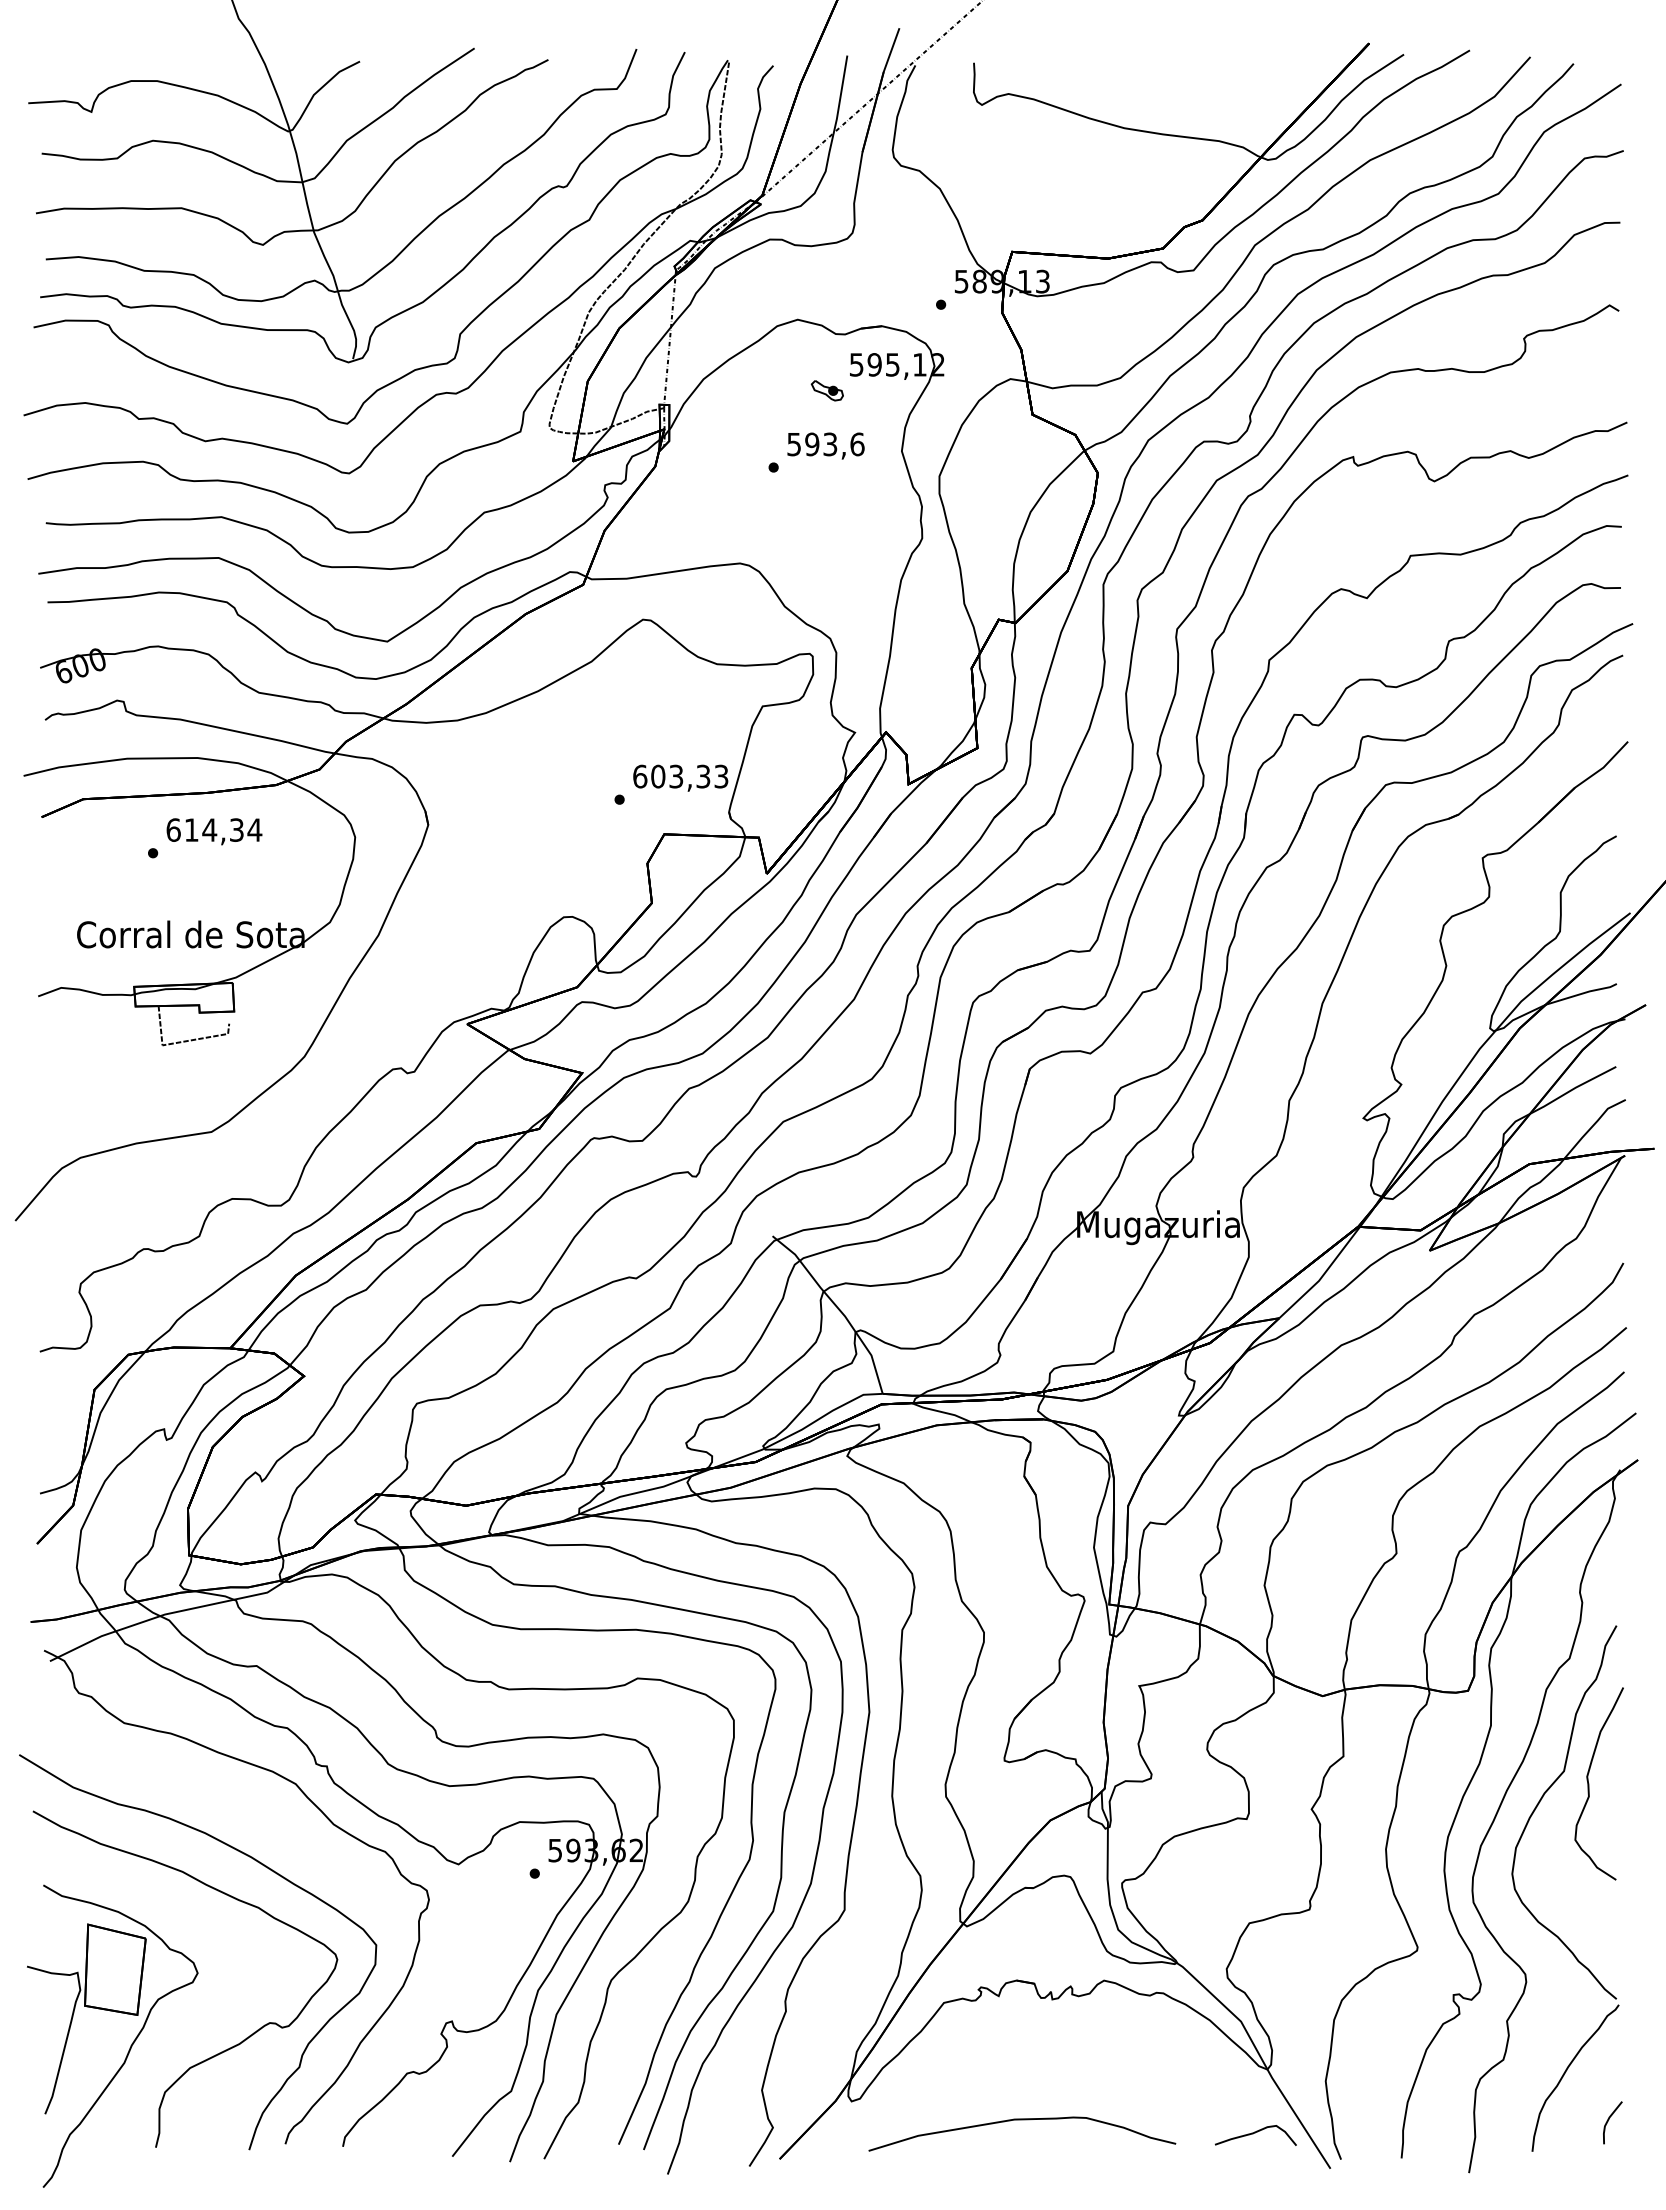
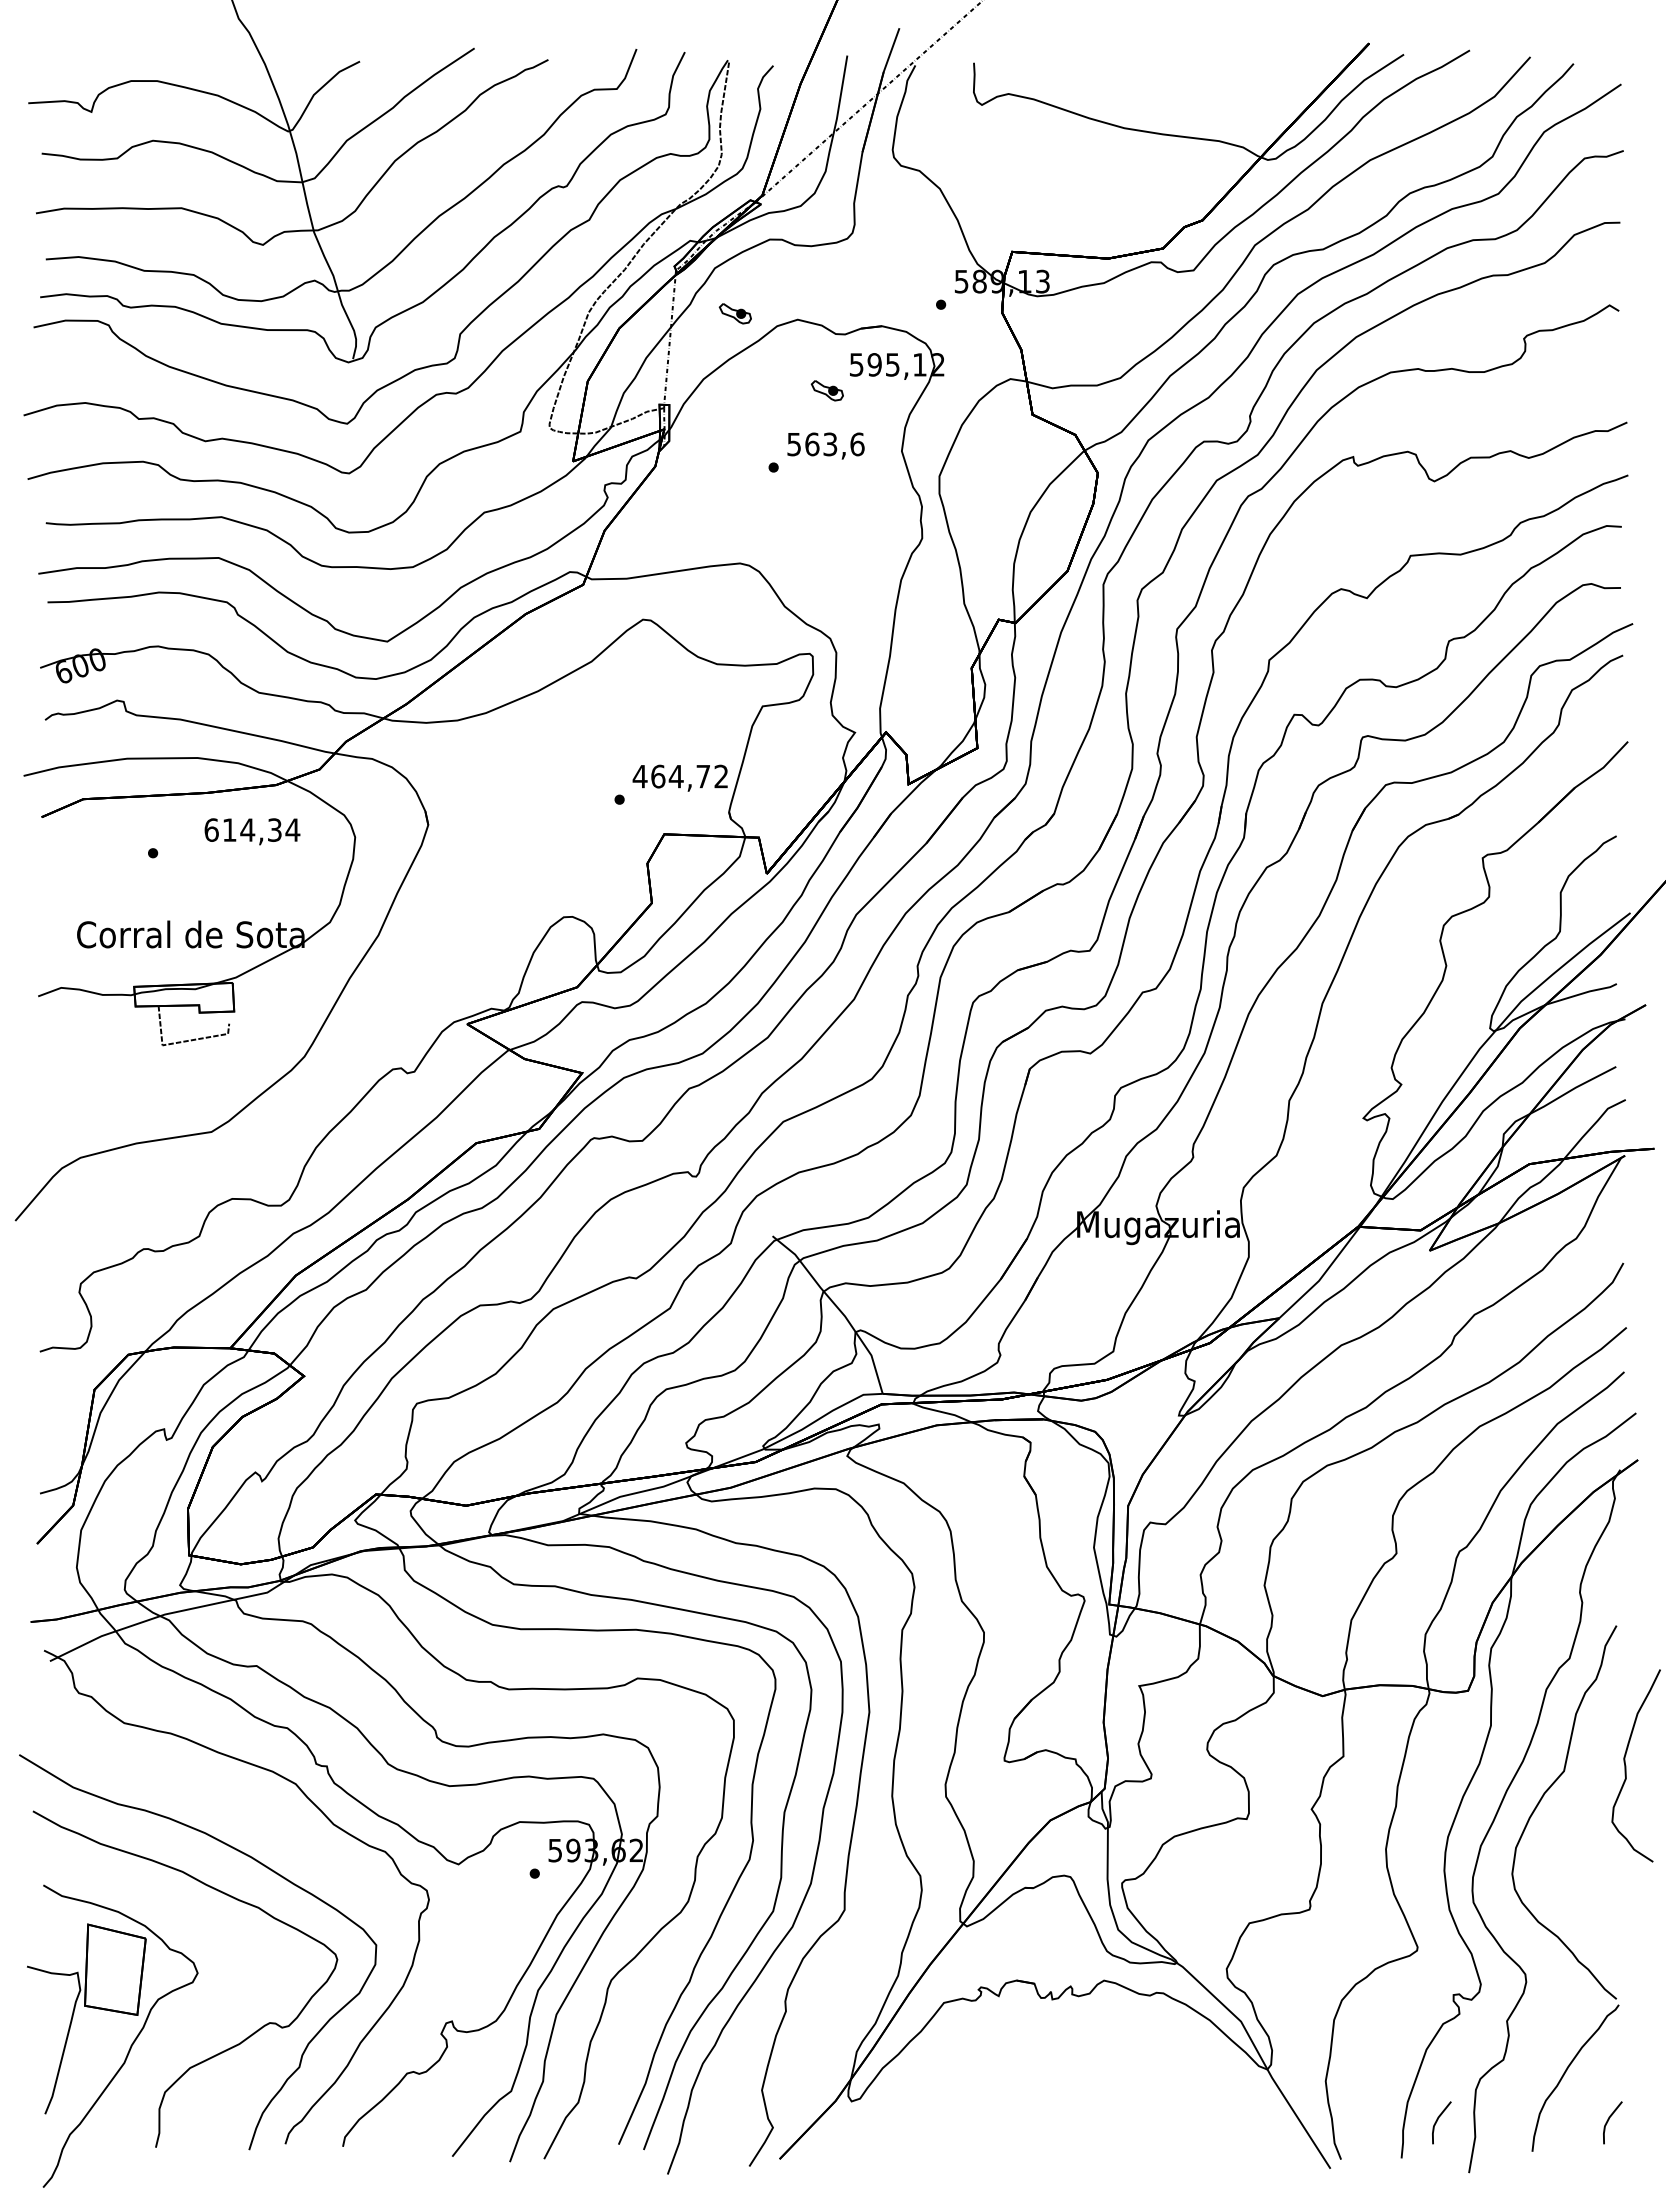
part at (734, 313): none -> present
text at (812, 444): 593,6 -> 563,6
text at (680, 776): 603,33 -> 464,72
text at (214, 831) position: (214, 831) -> (252, 831)
curve at (1589, 1783) position: (1589, 1783) -> (1626, 1765)
curve at (1022, 2120): present -> none
line at (1437, 2121): none -> present
curve at (1255, 2133): present -> none
